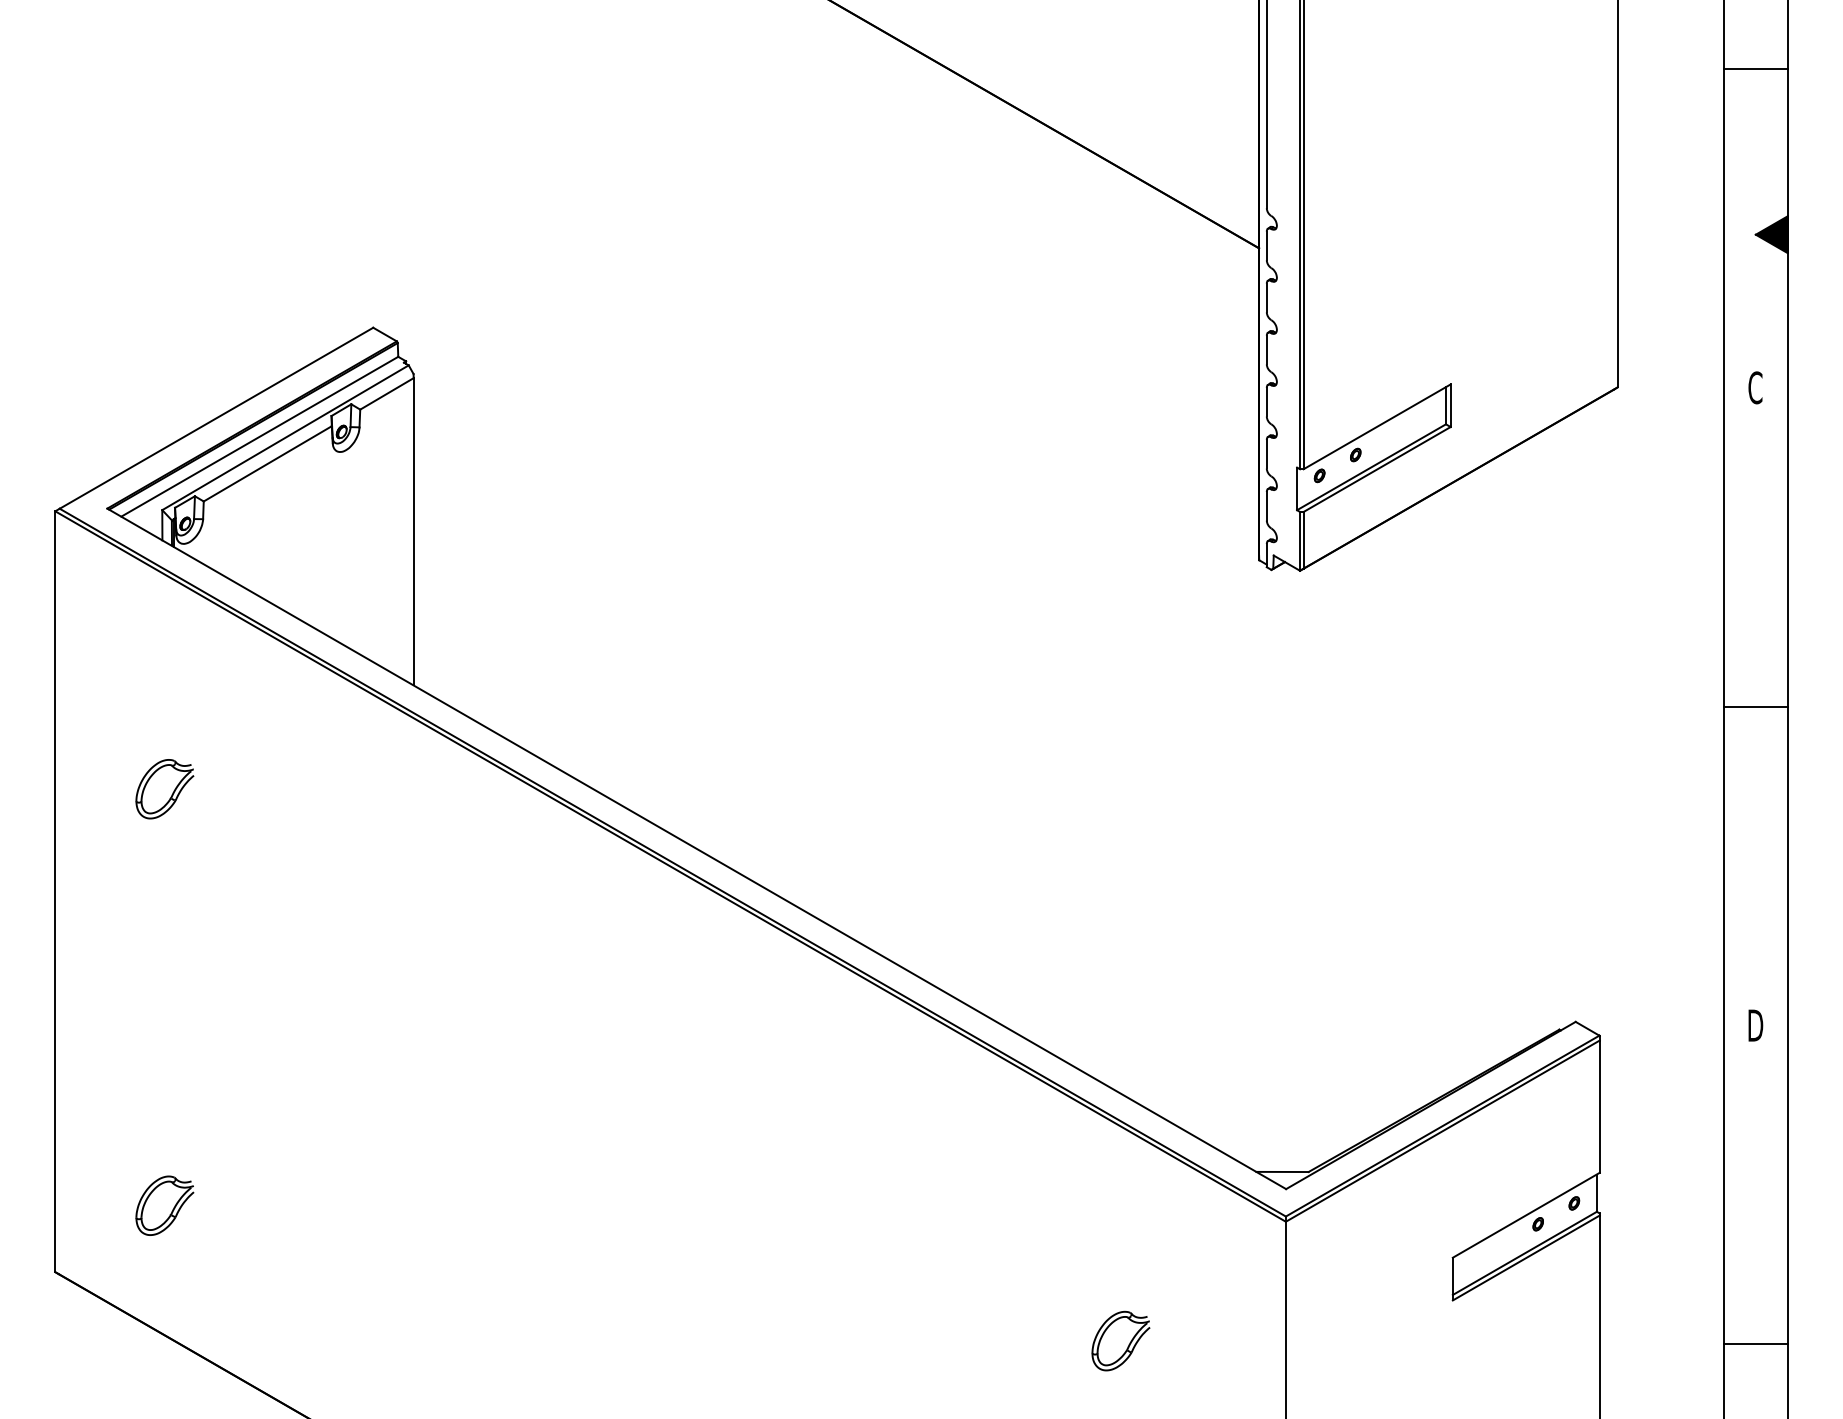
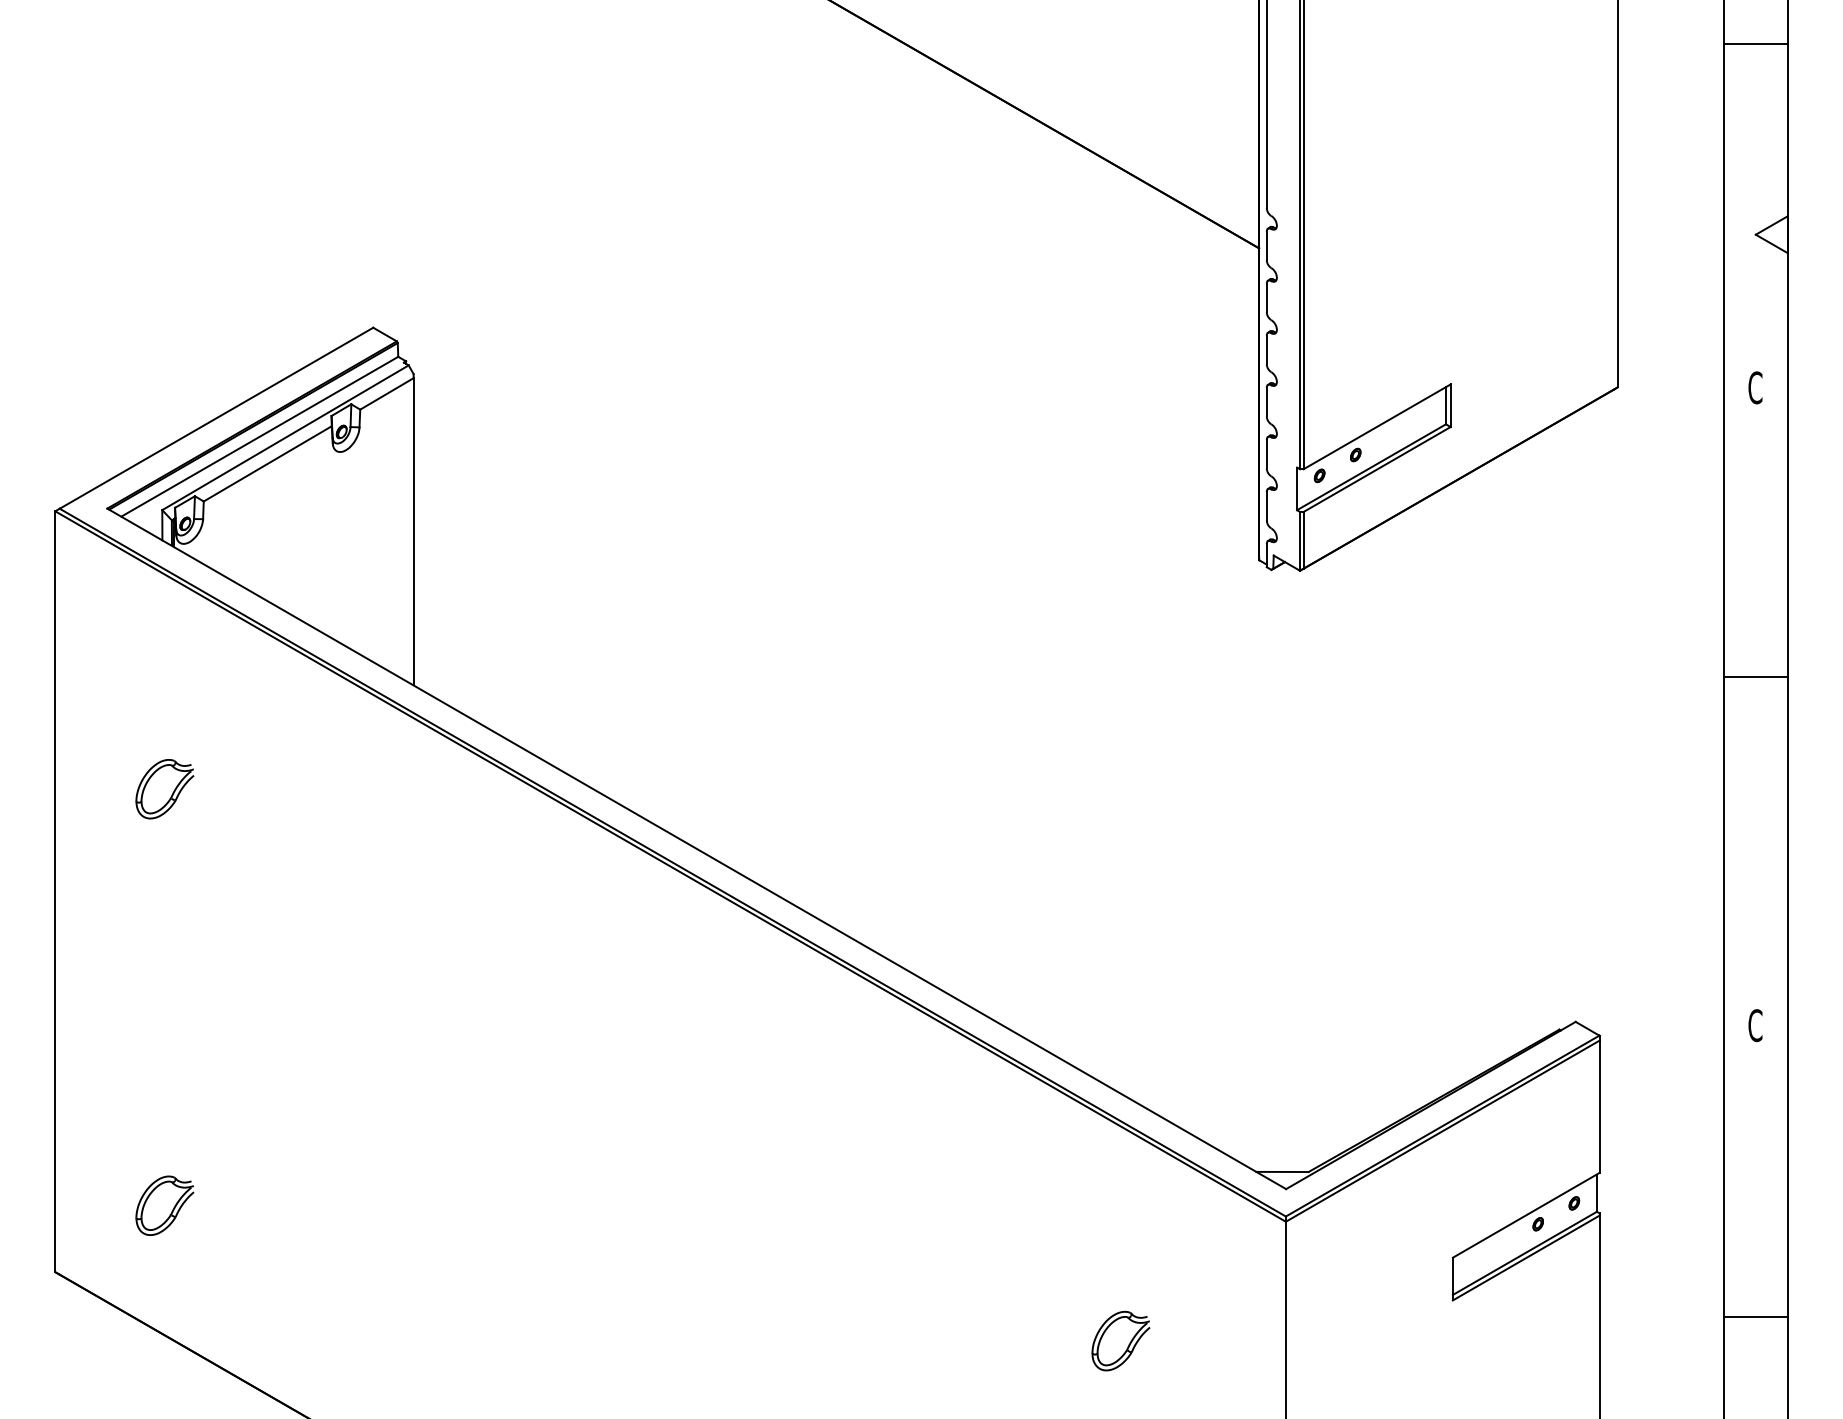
line at (1755, 68) position: (1755, 68) -> (1755, 43)
fill at (1771, 234): present -> none
line at (1755, 706) position: (1755, 706) -> (1755, 676)
text at (1755, 1025): D -> C
line at (1755, 1344) position: (1755, 1344) -> (1755, 1317)
